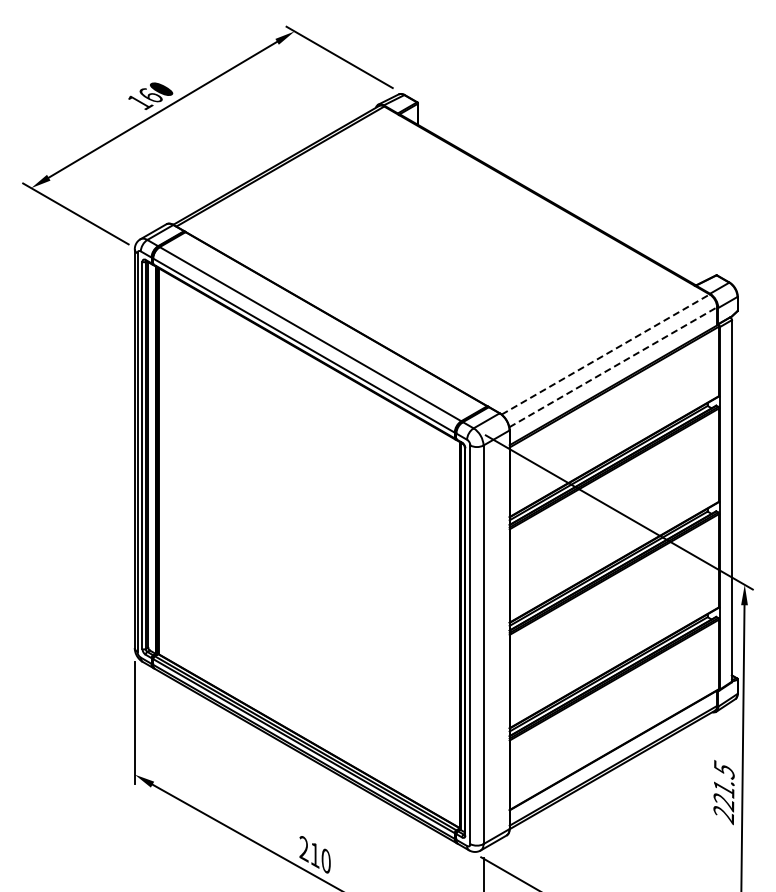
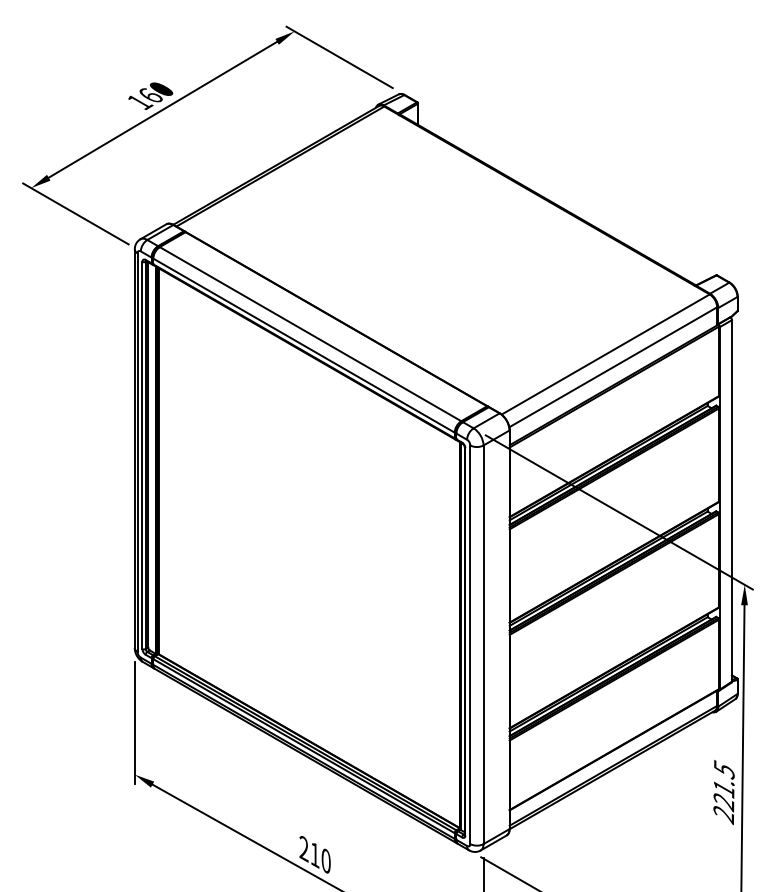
line at (606, 354): dashed -> solid
line at (613, 367): dashed -> solid
